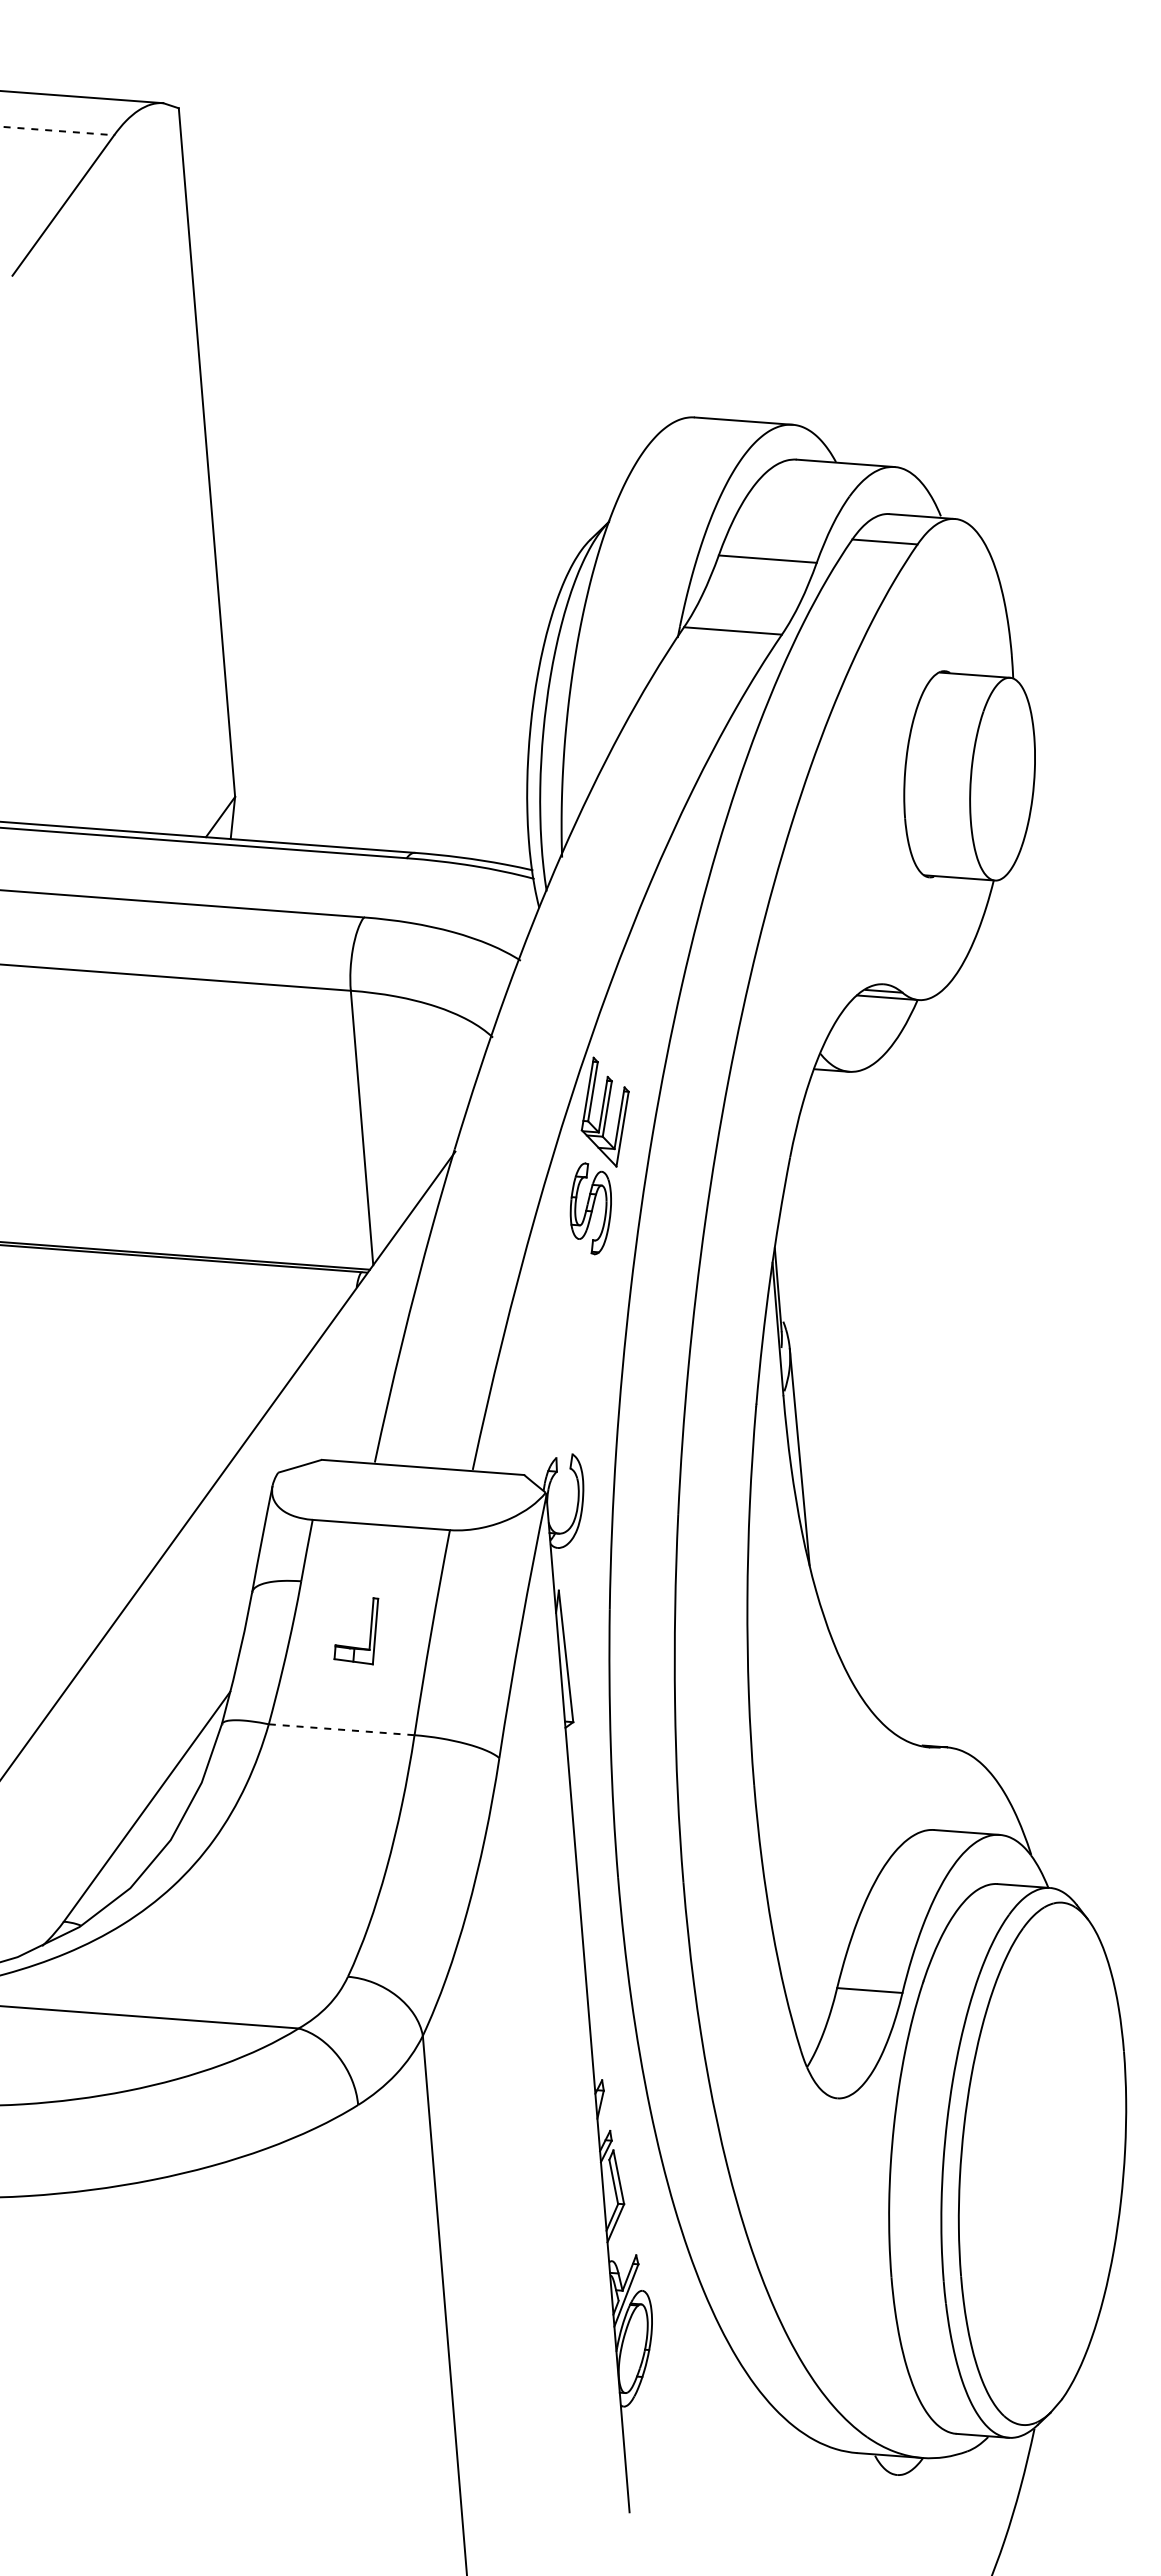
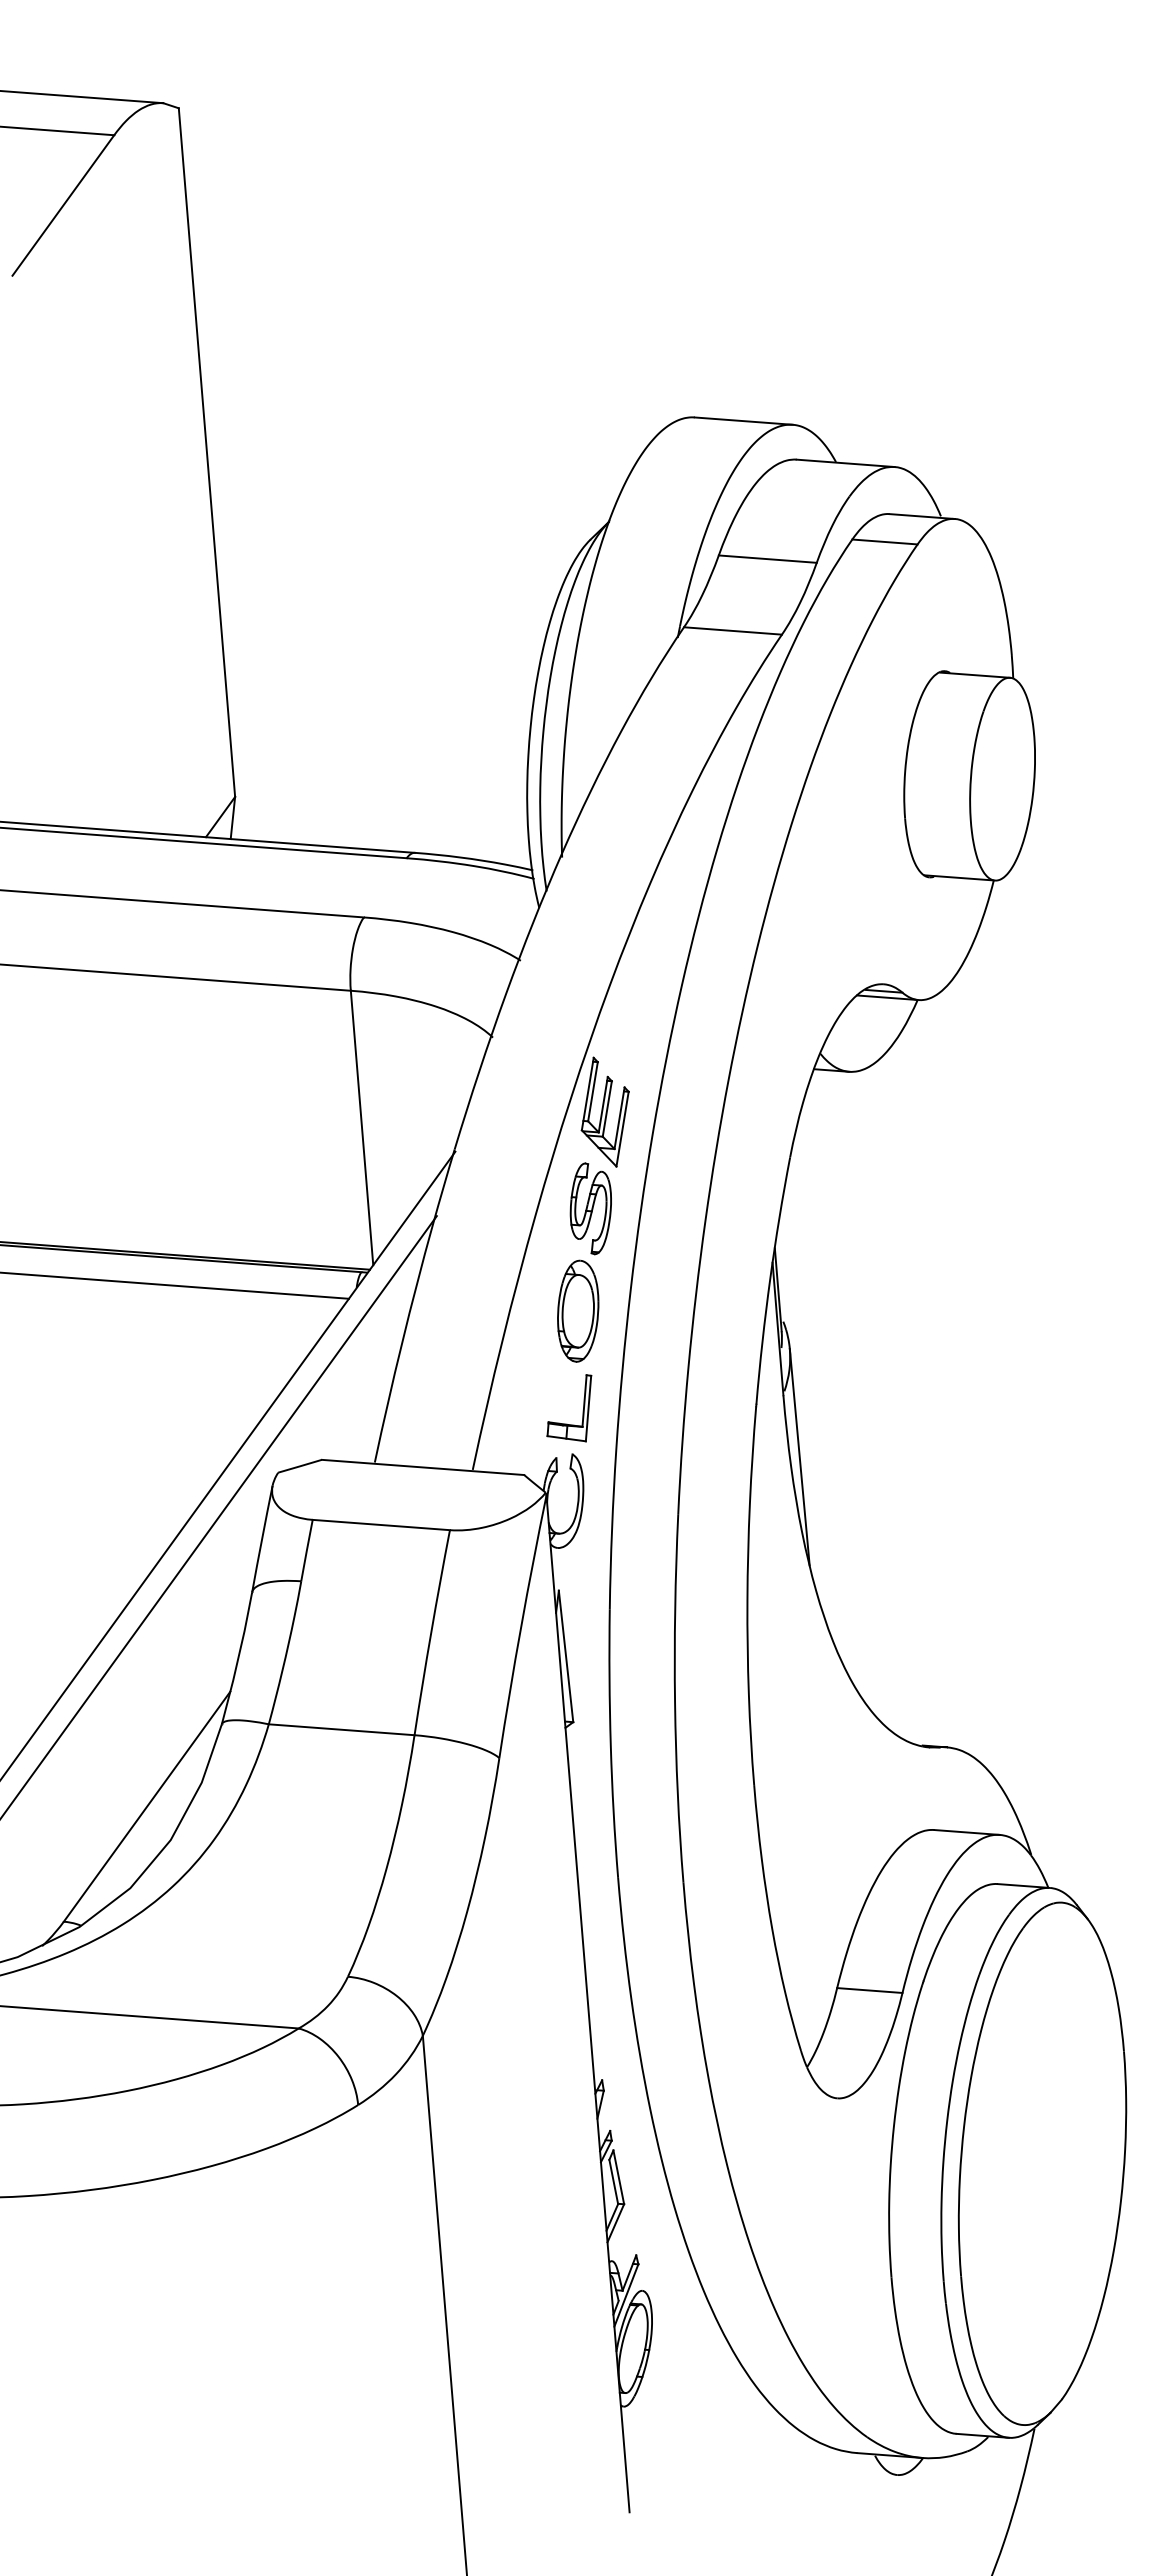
line at (57, 130): dashed -> solid
line at (175, 1285): none -> present
part at (578, 1310): none -> present
line at (219, 1516): none -> present
part at (369, 1633) position: (369, 1633) -> (582, 1410)
line at (342, 1729): dashed -> solid
